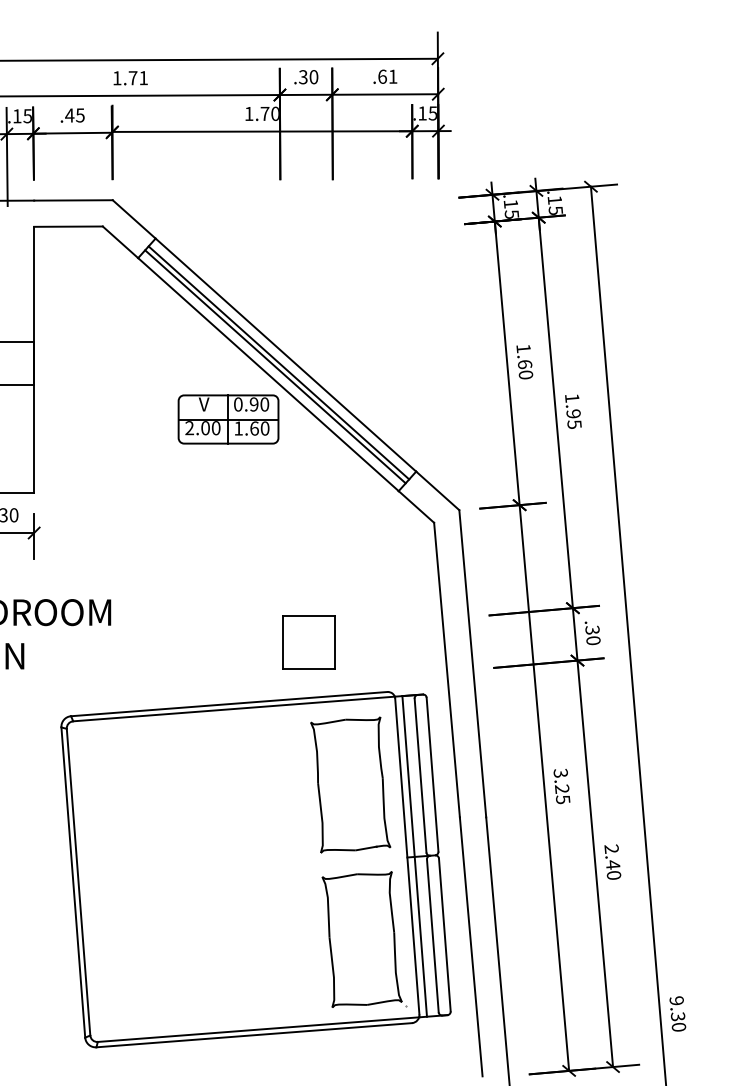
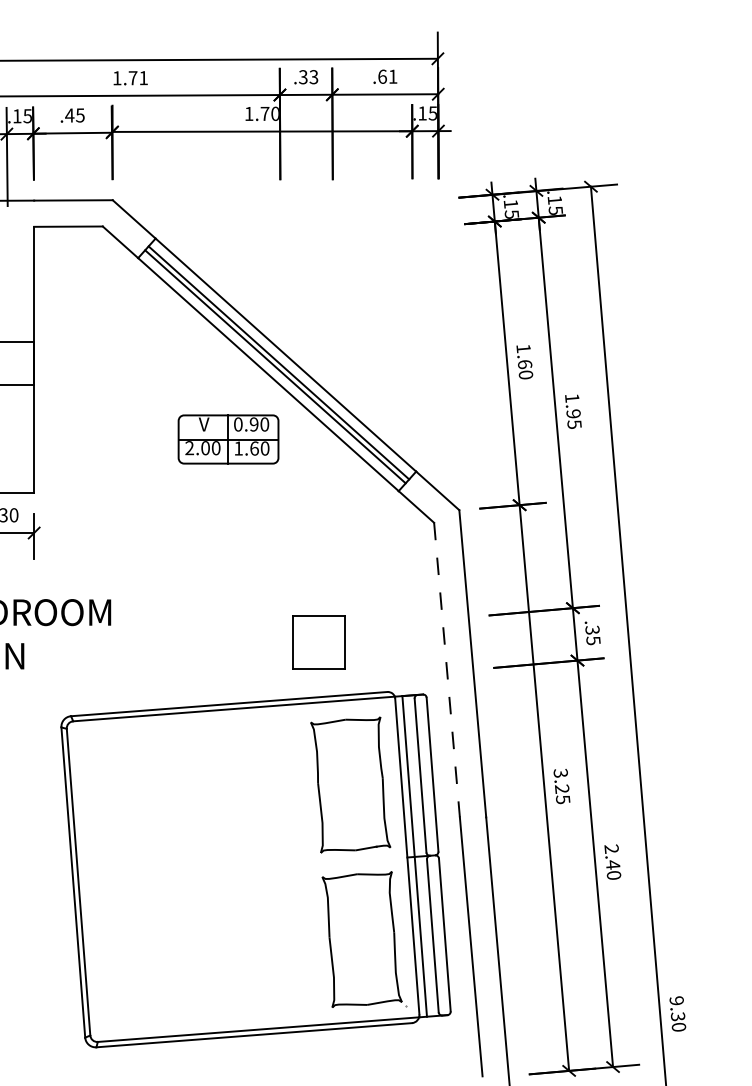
text at (313, 77): .30 -> .33
part at (228, 419) position: (228, 419) -> (228, 439)
text at (593, 640): .30 -> .35
part at (308, 642) position: (308, 642) -> (318, 642)
line at (447, 670): solid -> dashed
